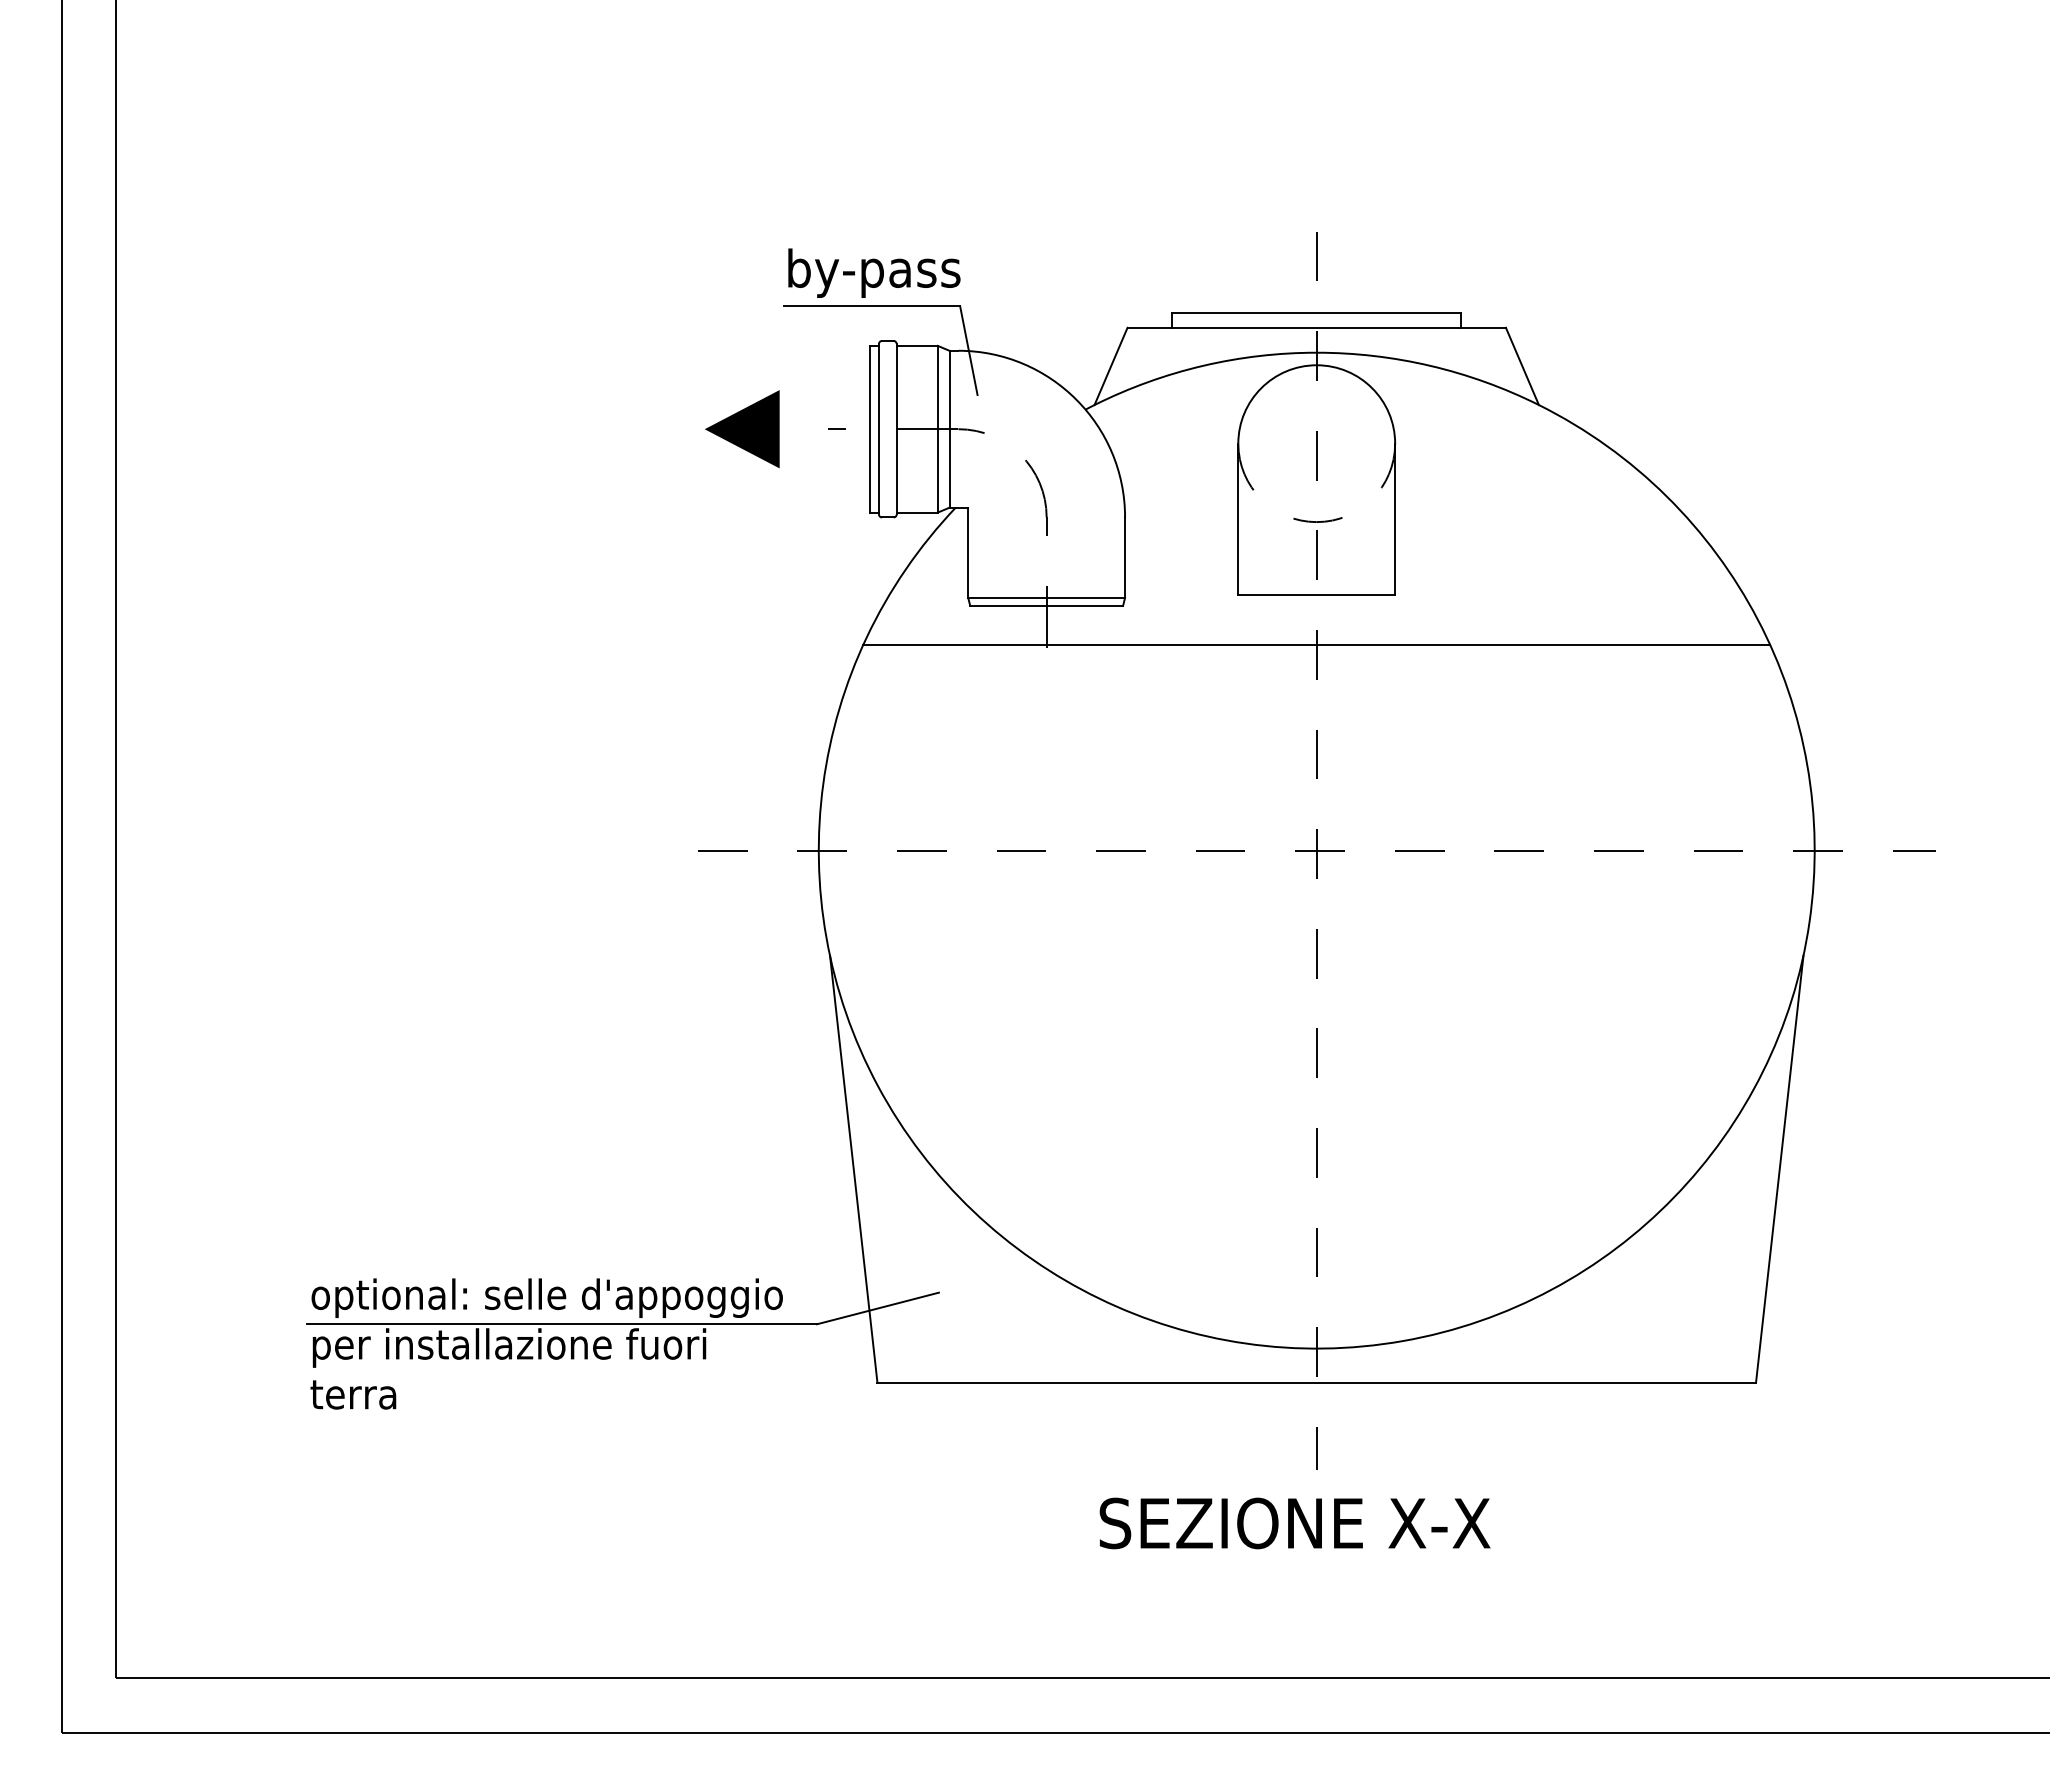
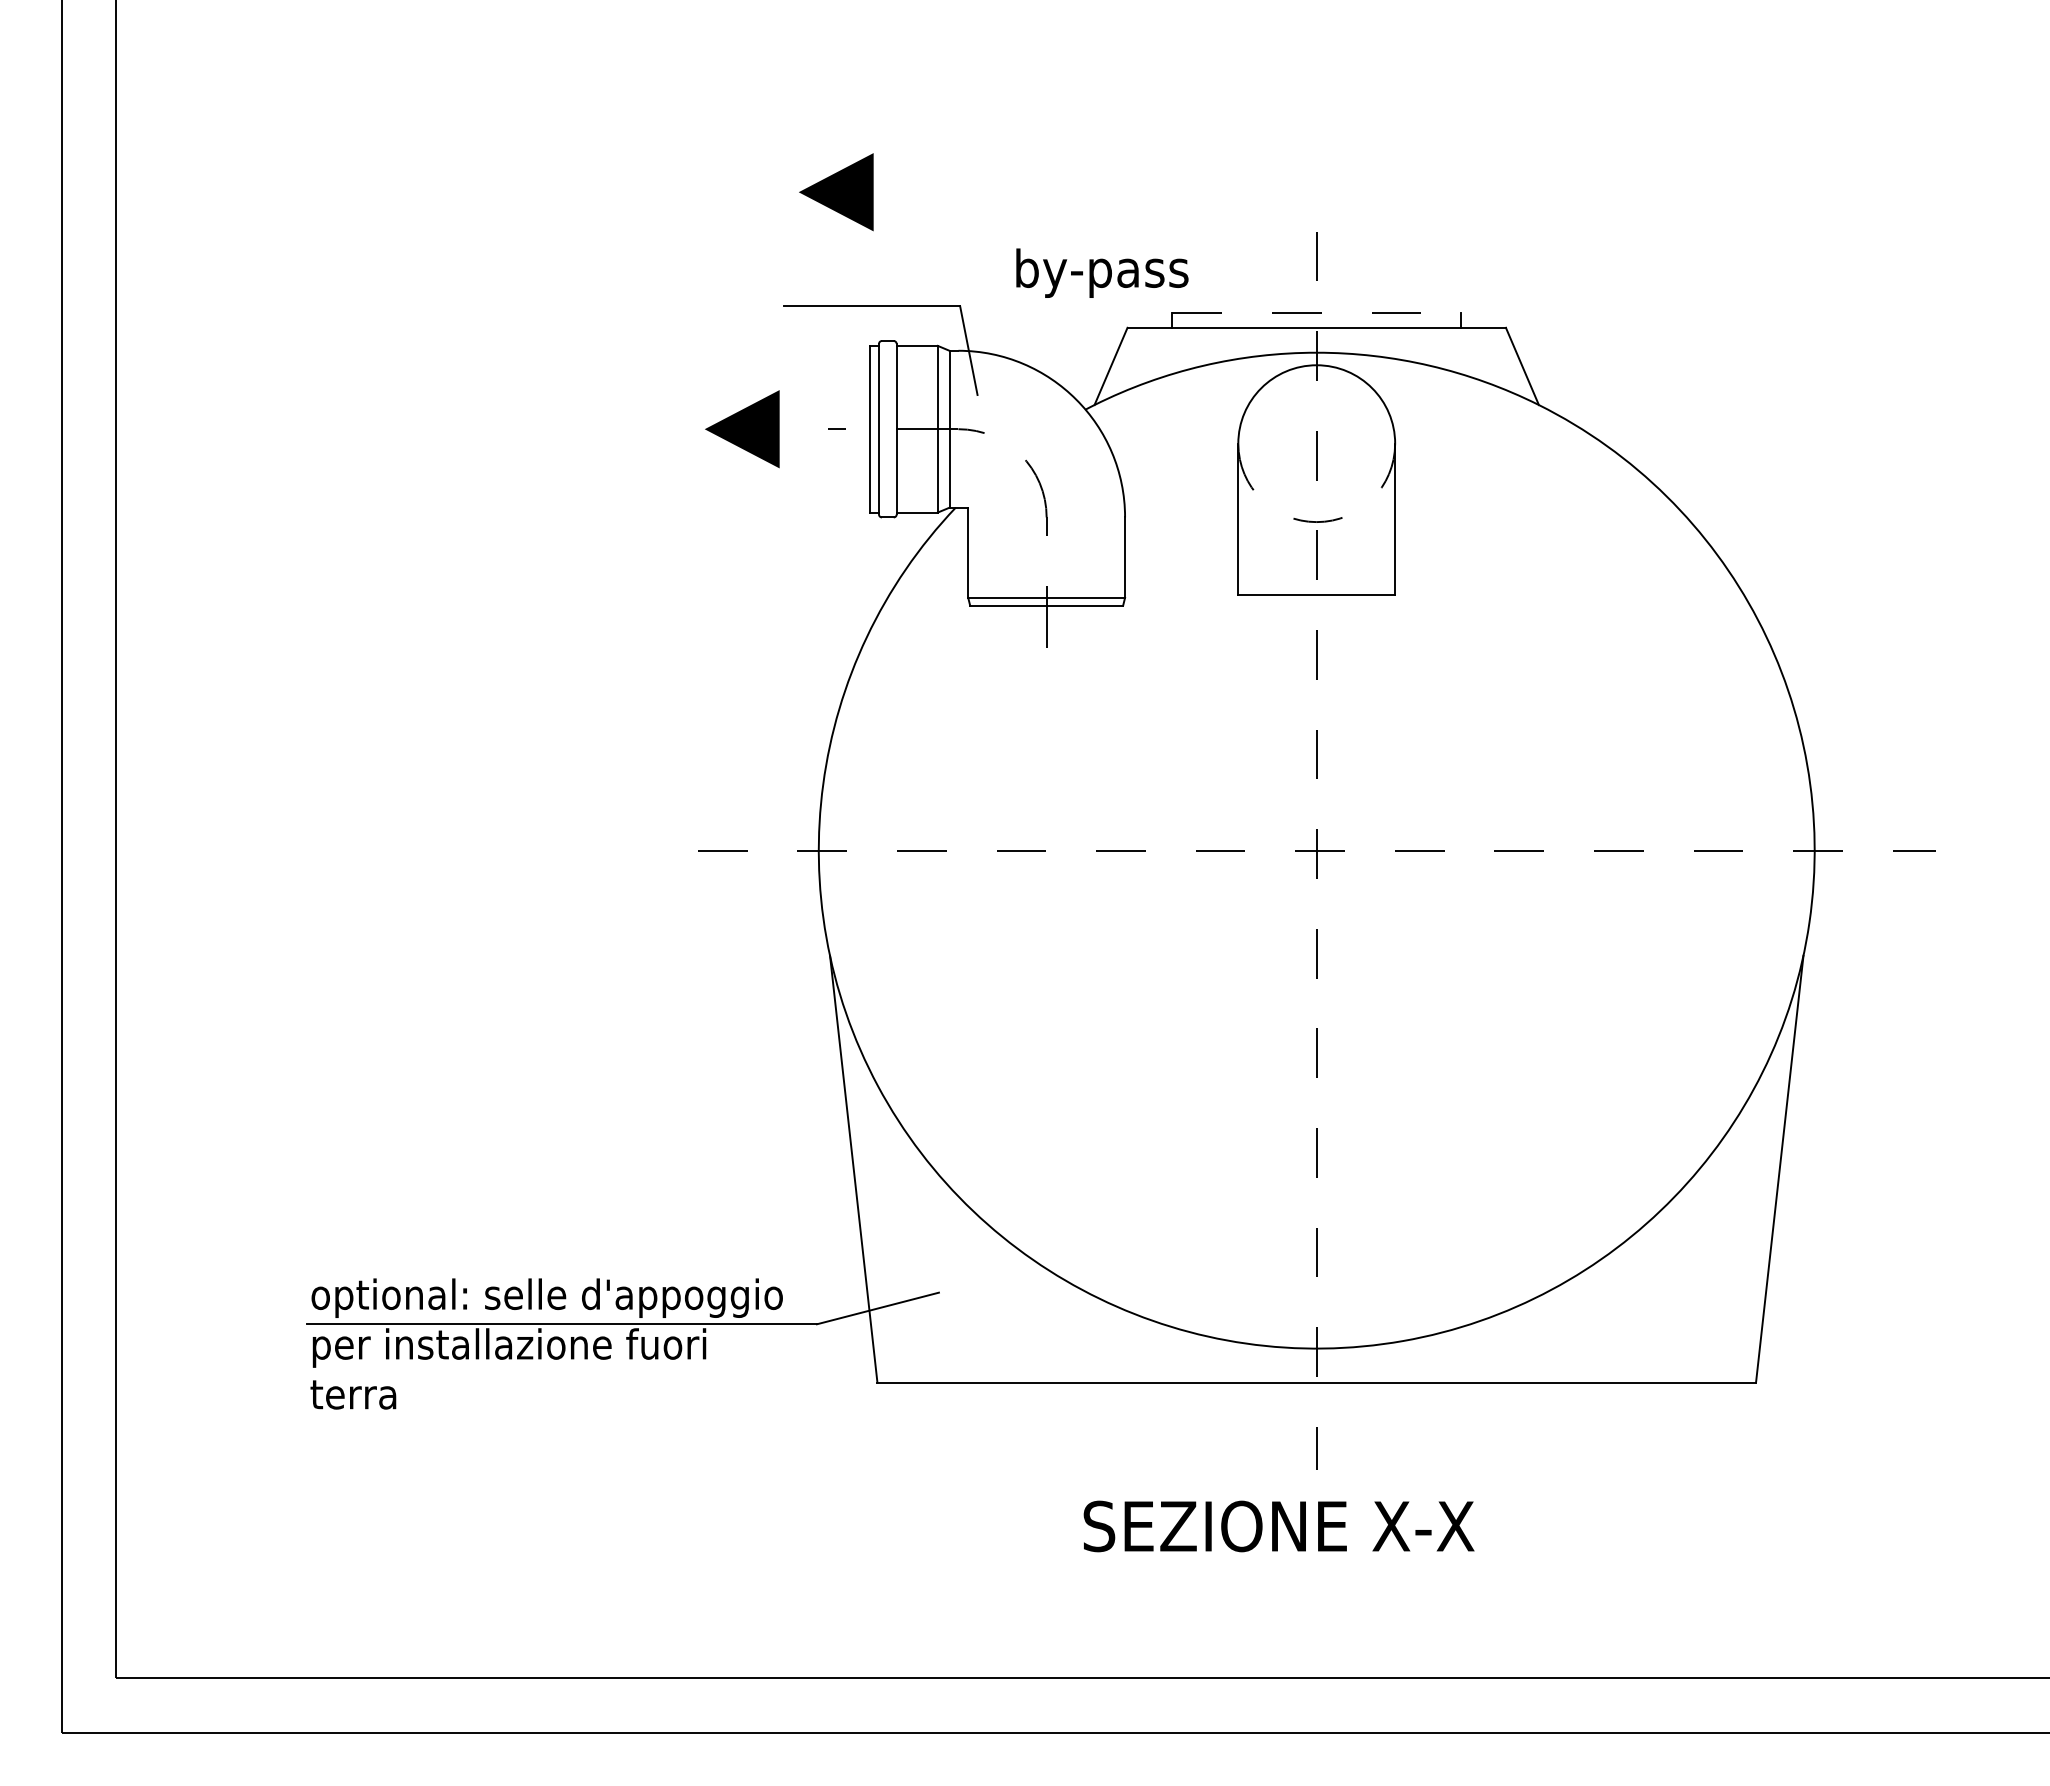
line at (836, 192): none -> present
text at (874, 272) position: (874, 272) -> (1102, 272)
line at (1317, 312): solid -> dashed
line at (1316, 645): present -> none
text at (1294, 1523) position: (1294, 1523) -> (1278, 1526)
